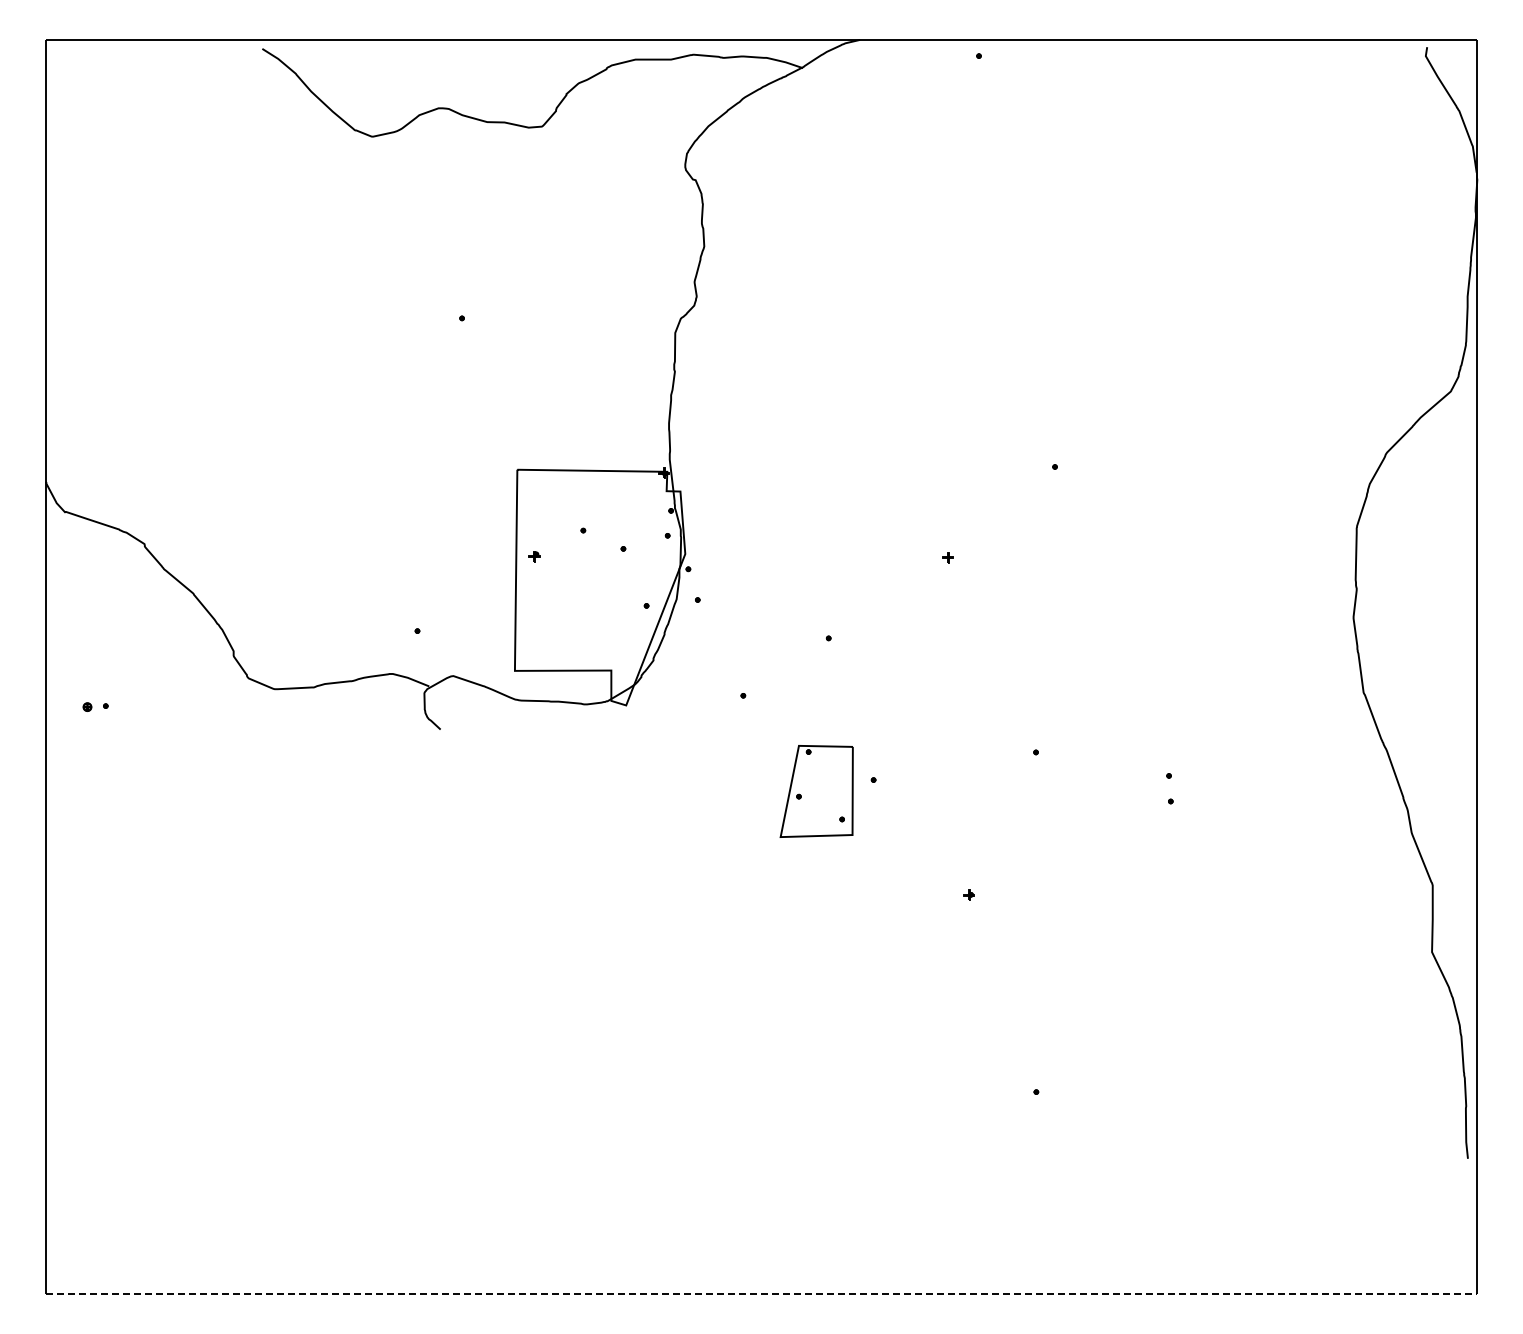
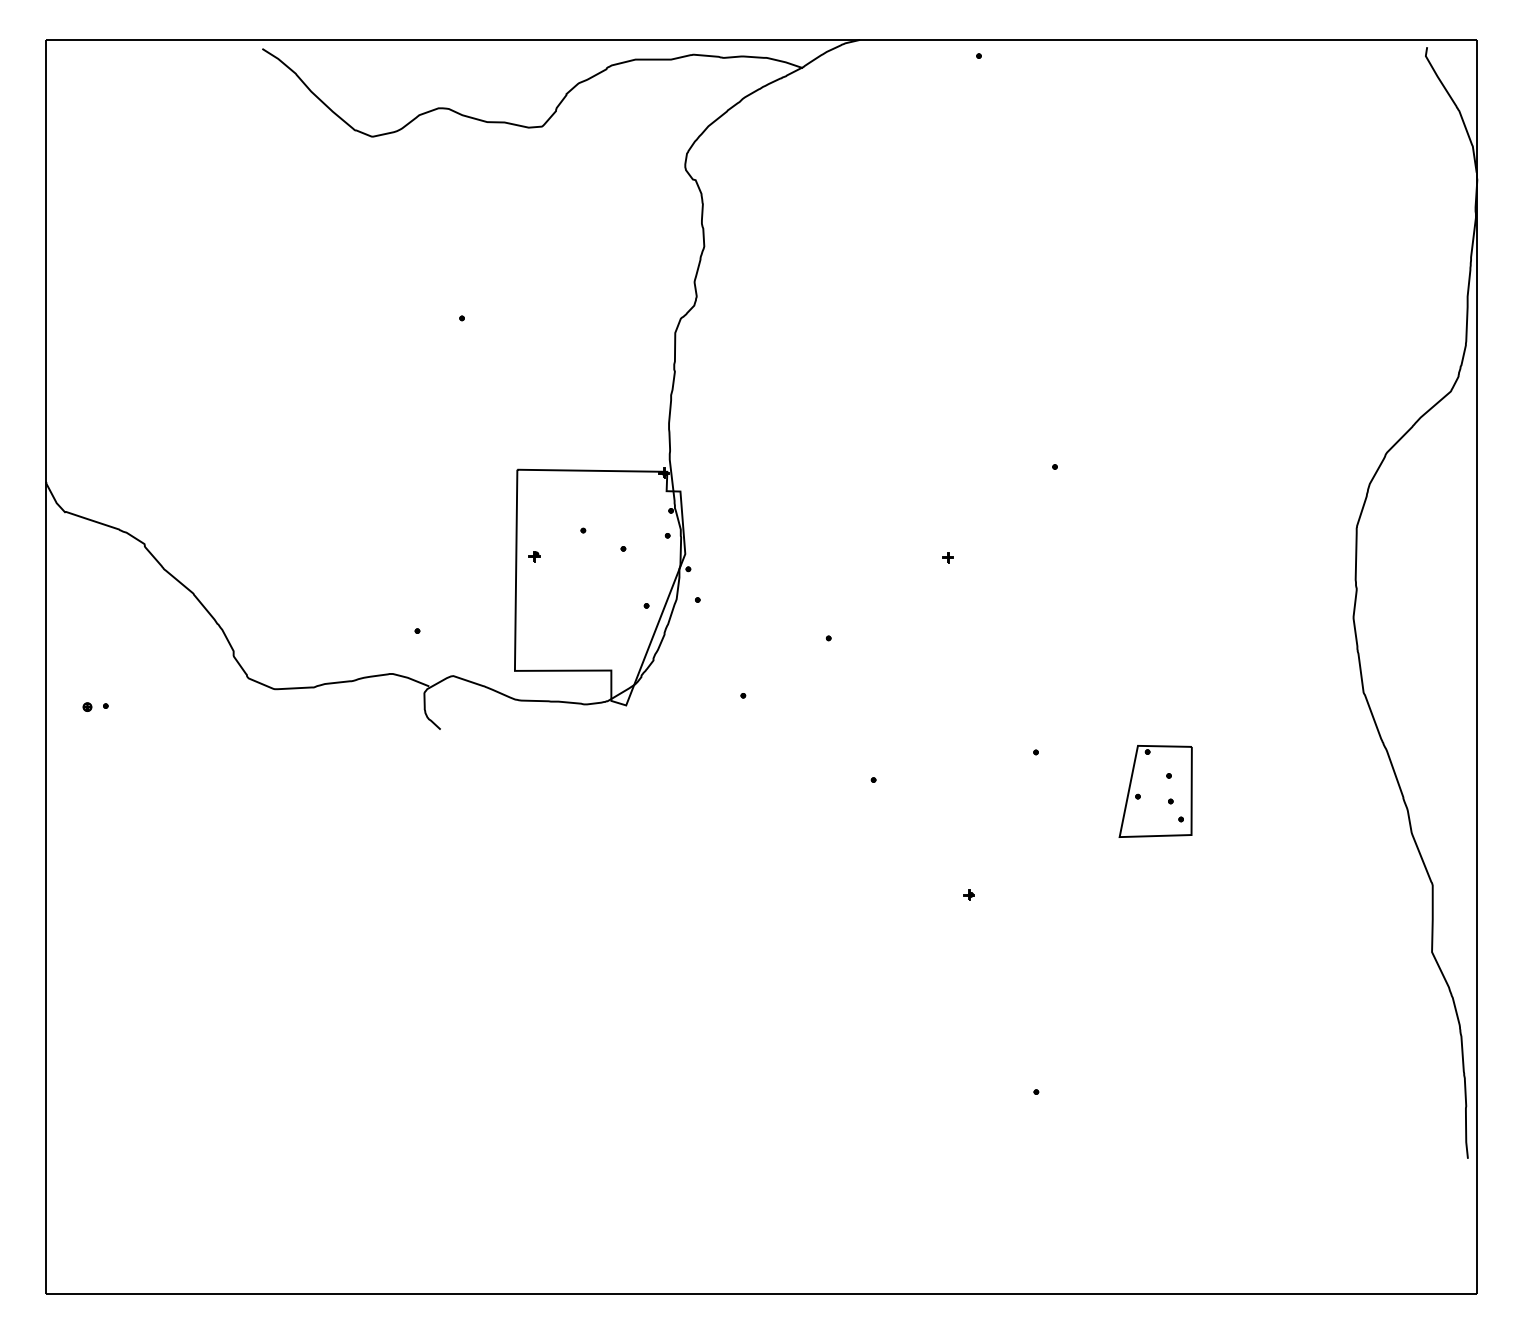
part at (816, 791) position: (816, 791) -> (1155, 791)
line at (761, 1294): dashed -> solid
